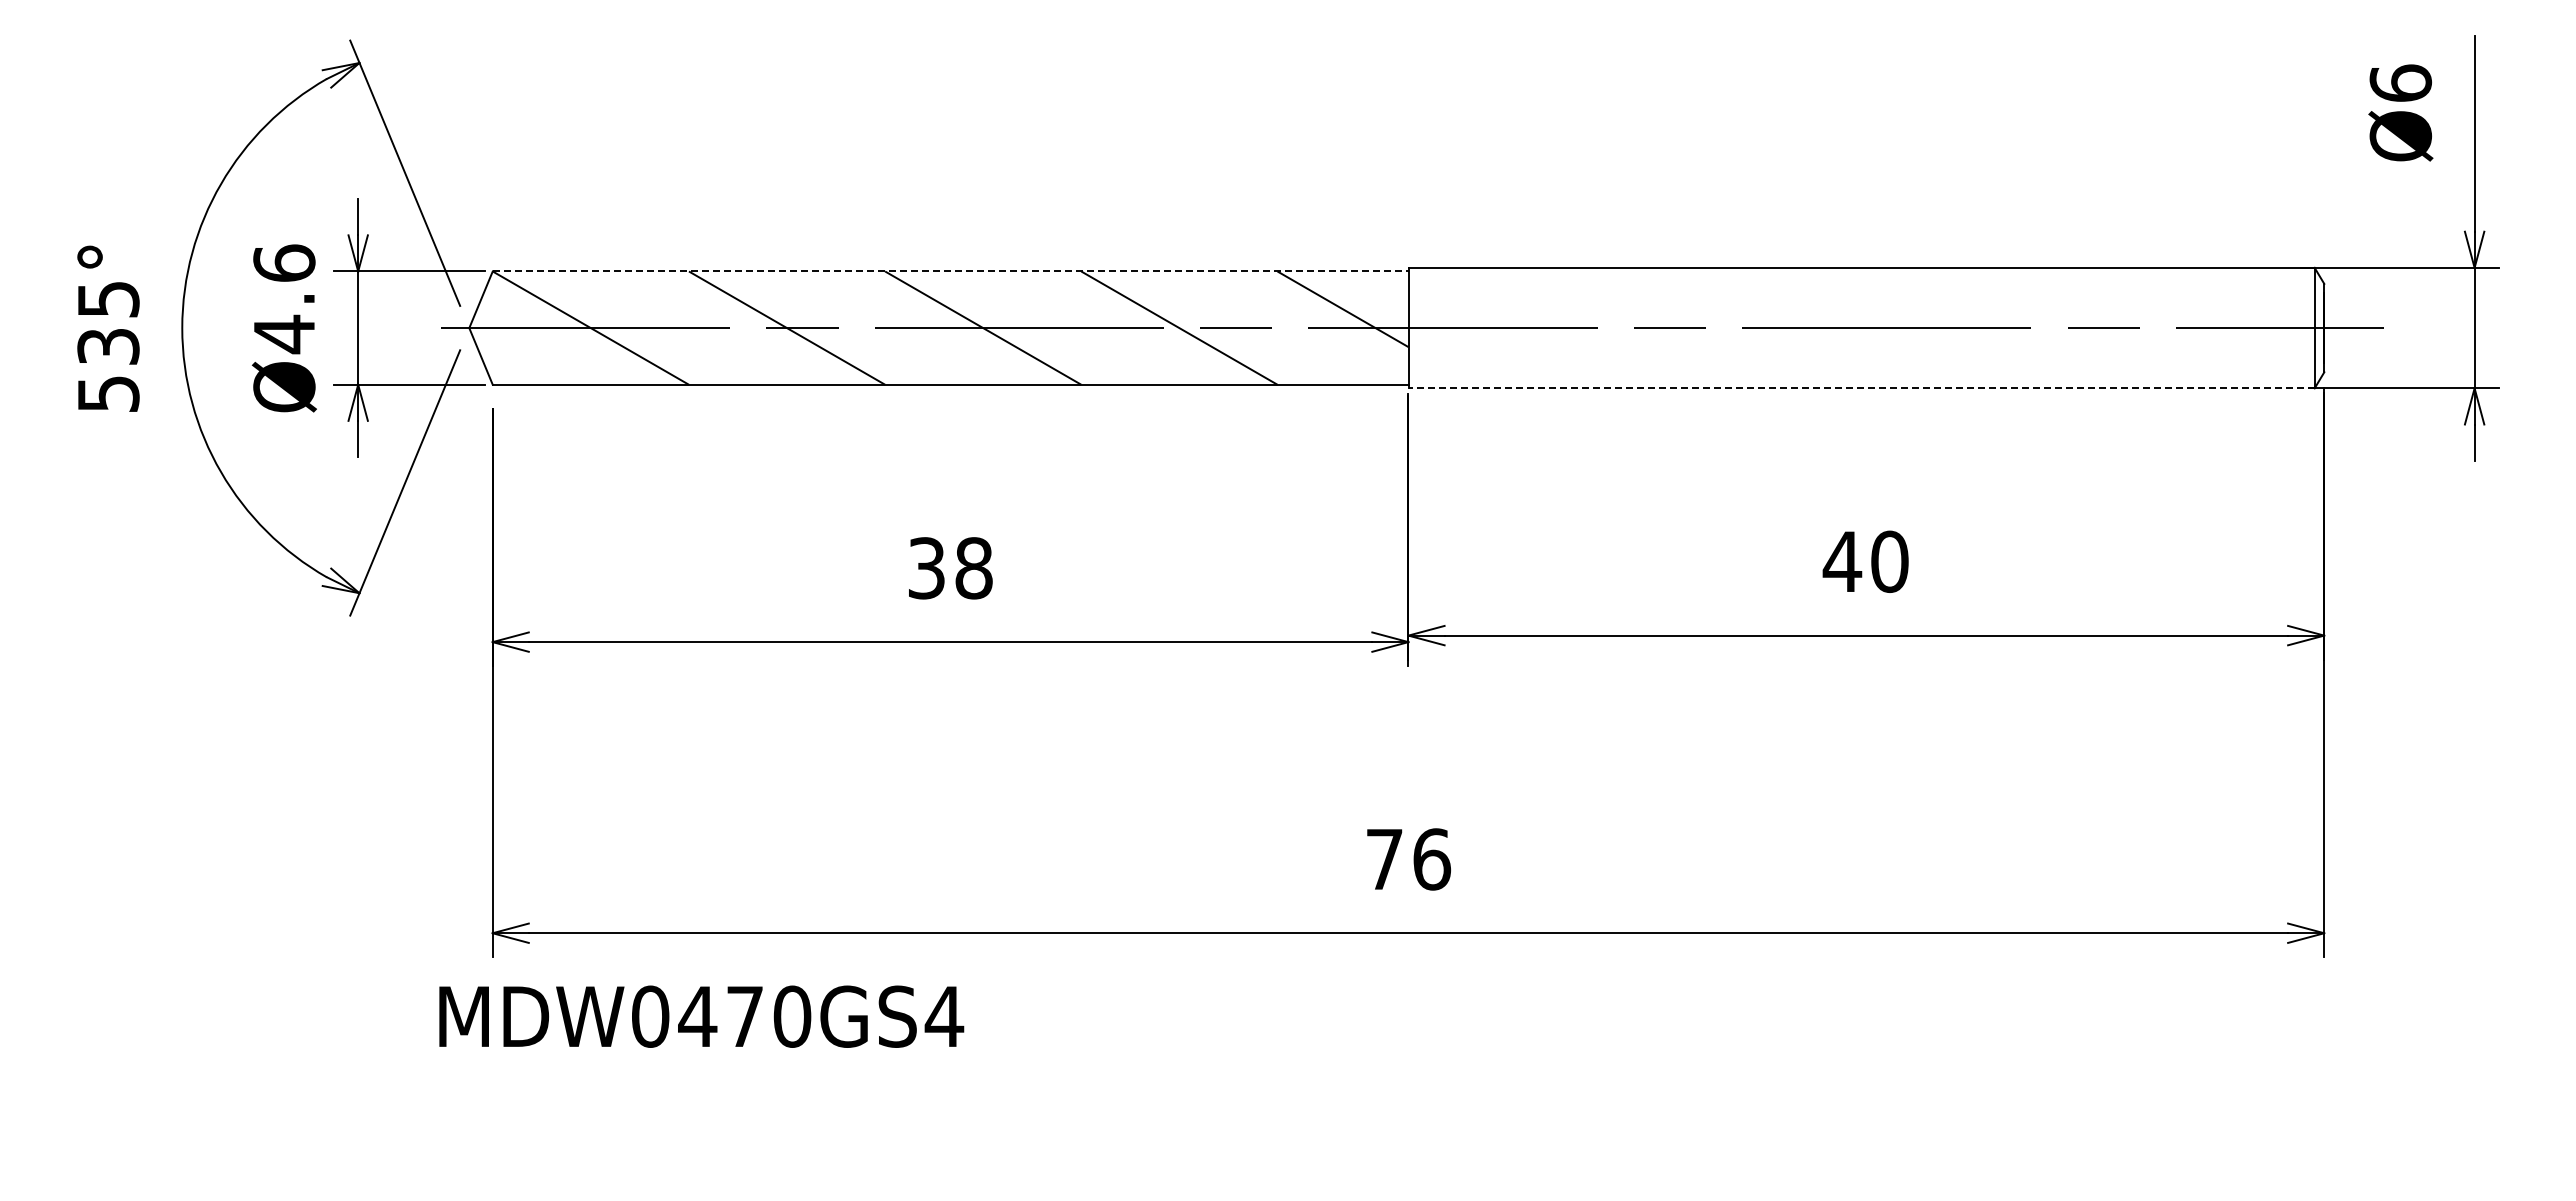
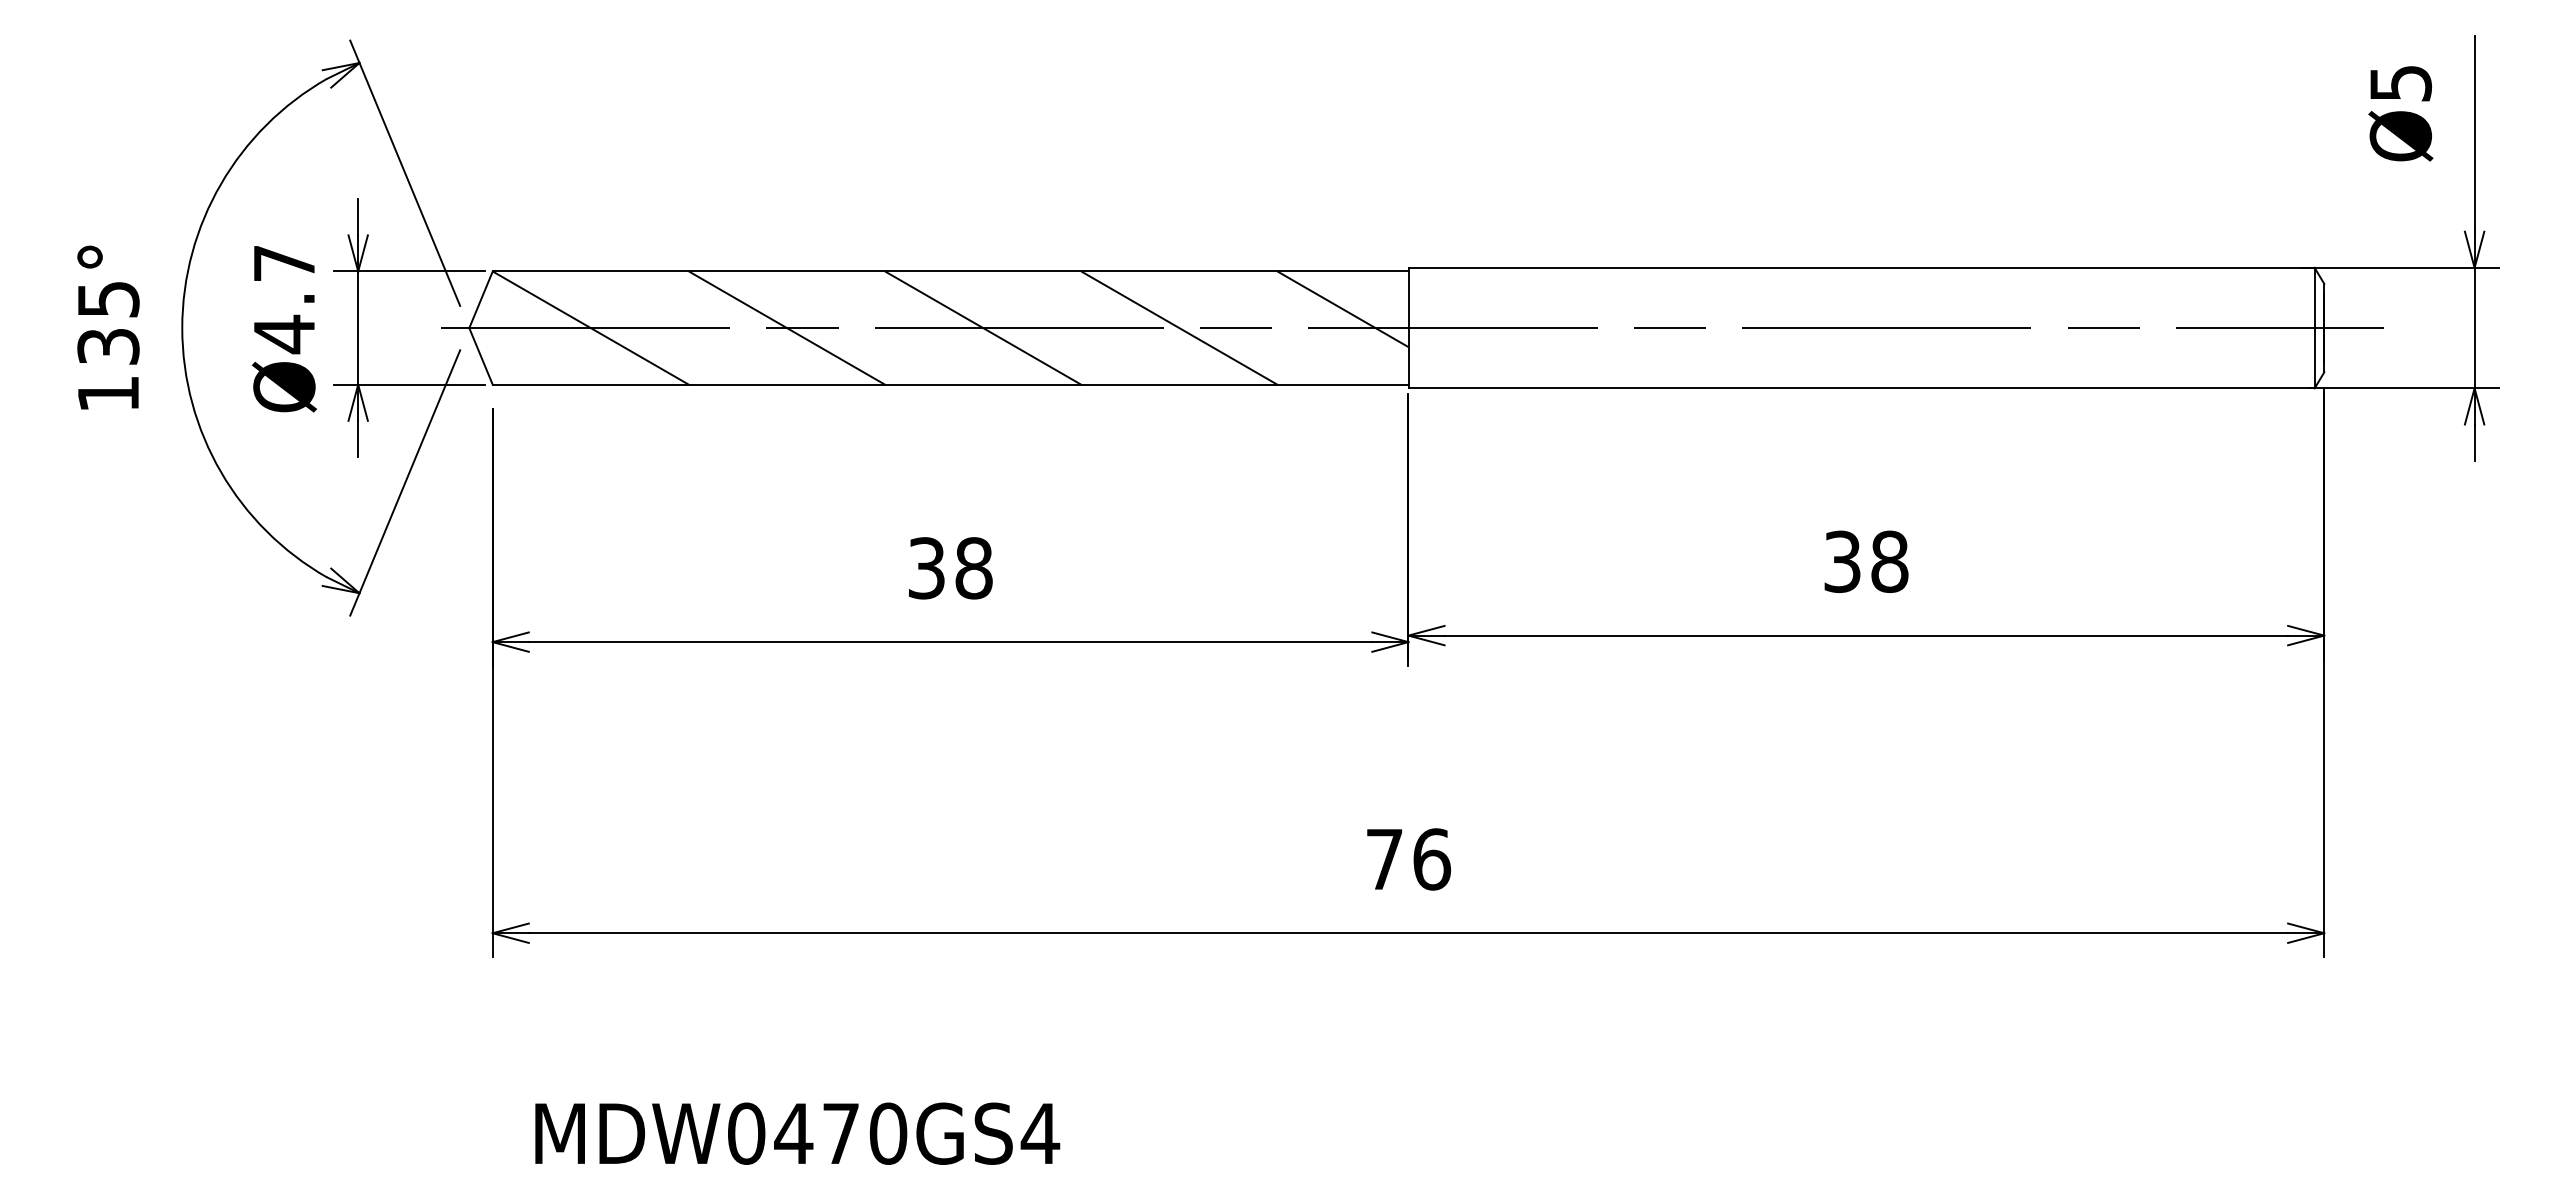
text at (2400, 82): Ø6 -> Ø5
text at (284, 262): Ø4.6 -> Ø4.7
line at (950, 271): dashed -> solid
line at (1861, 388): dashed -> solid
text at (108, 393): 535° -> 135°
text at (1865, 561): 40 -> 38
text at (701, 1016) position: (701, 1016) -> (797, 1133)
